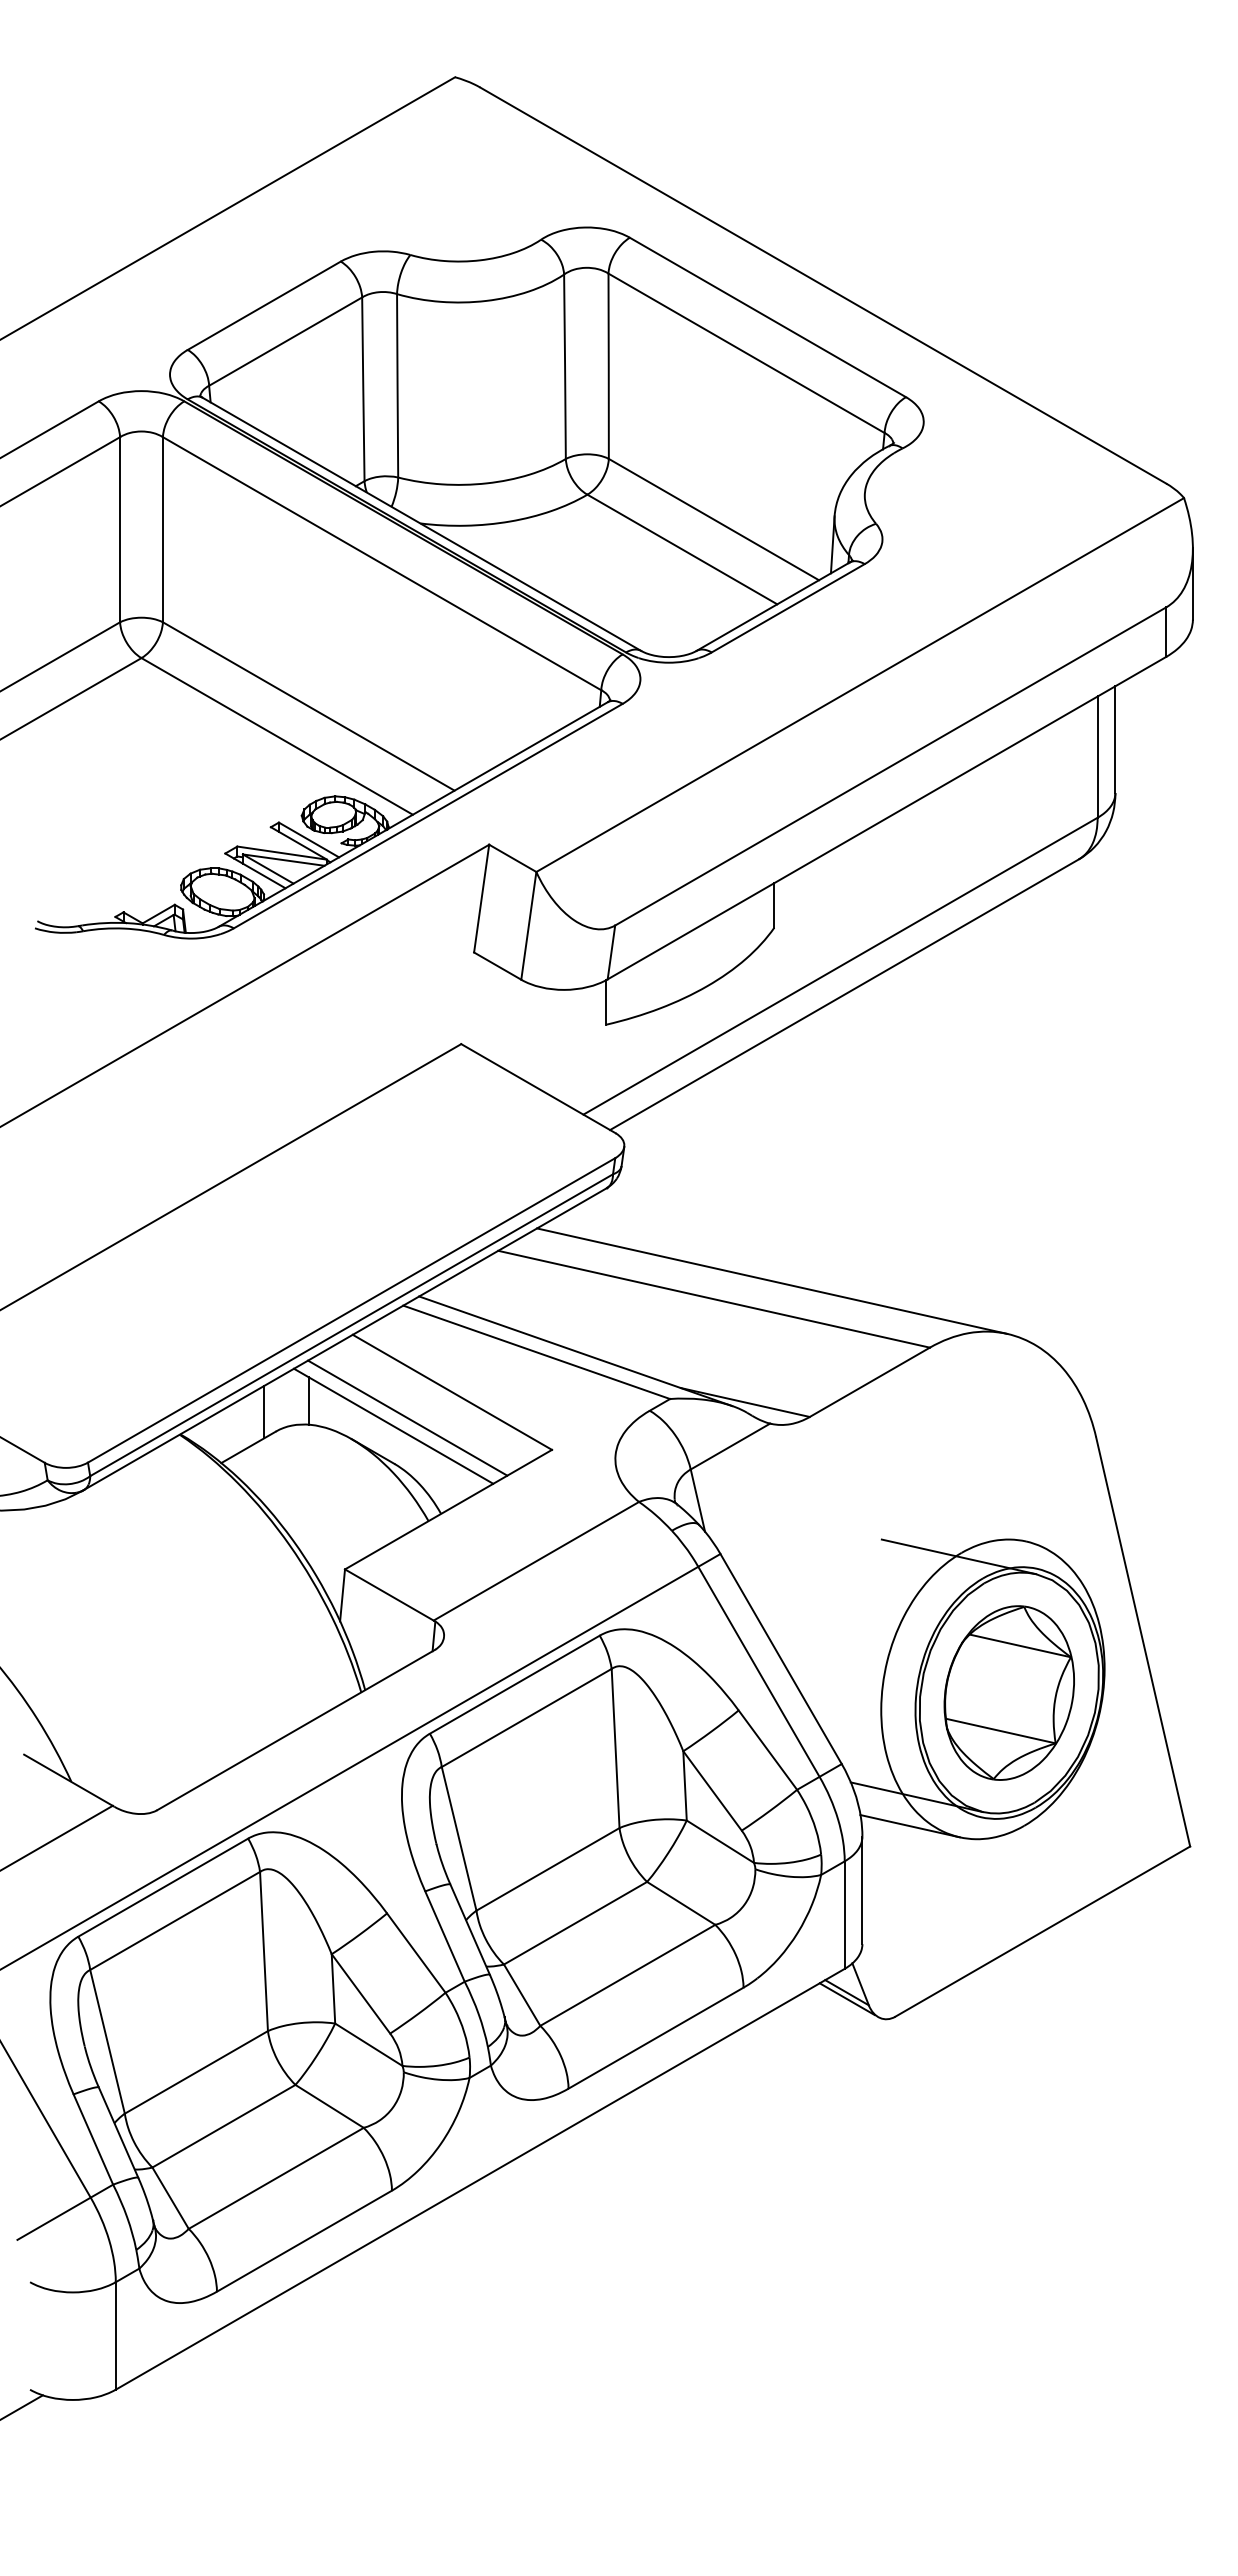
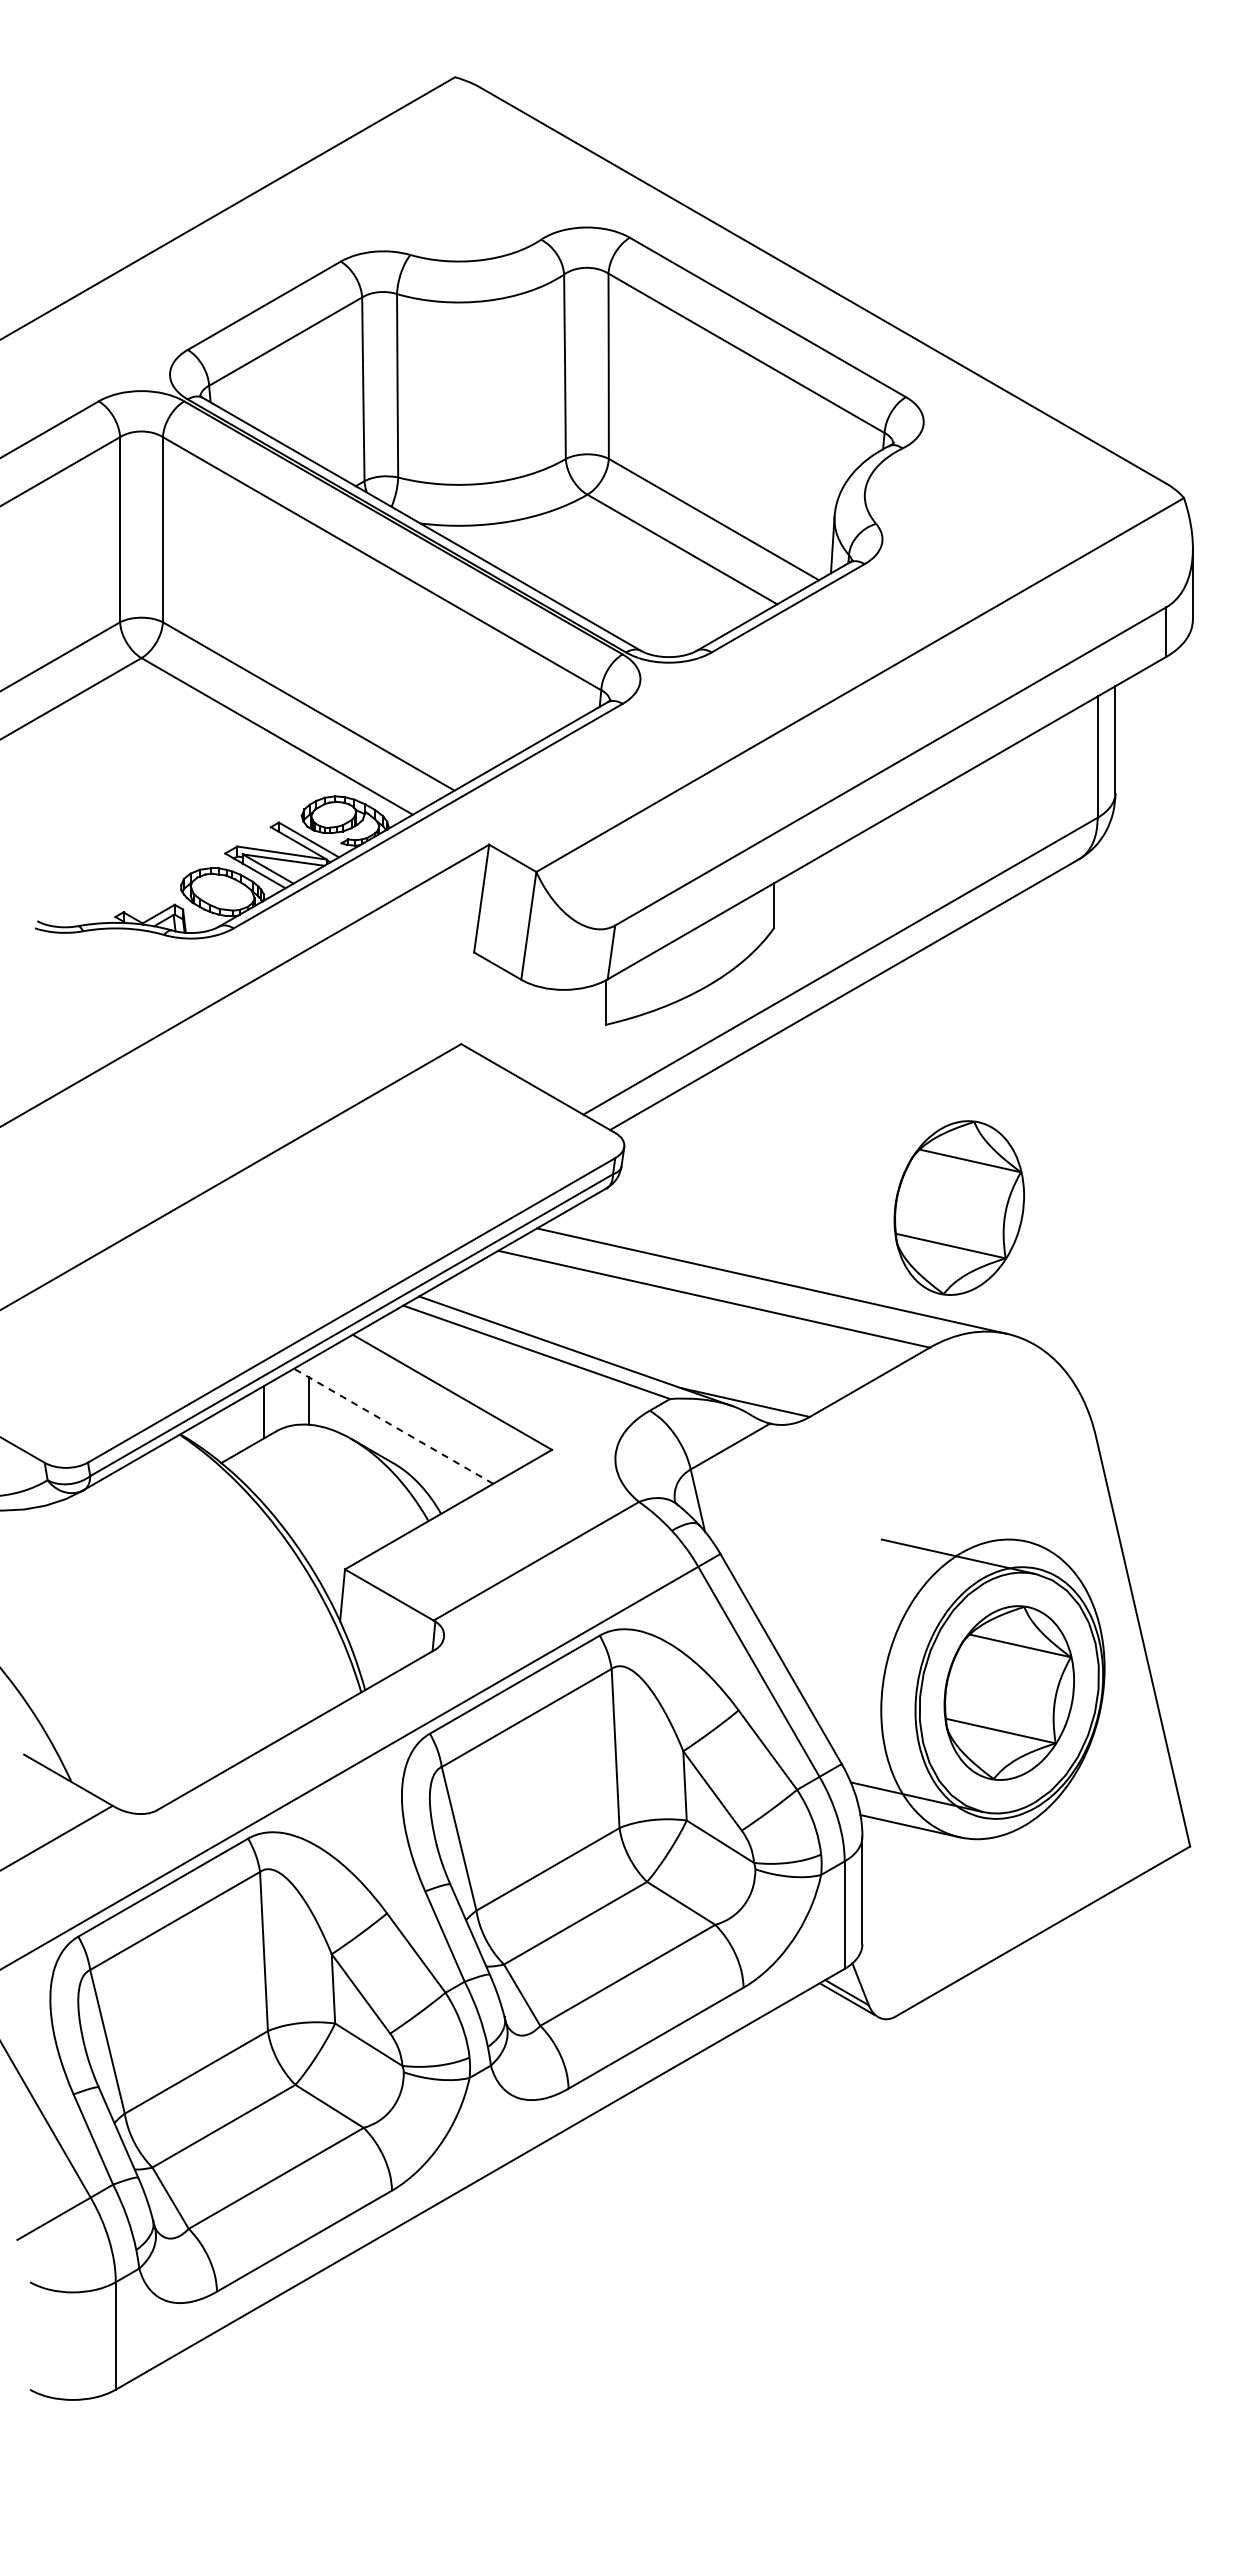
part at (958, 1207): none -> present
line at (407, 1417): present -> none
line at (393, 1426): solid -> dashed
line at (22, 2406): present -> none
